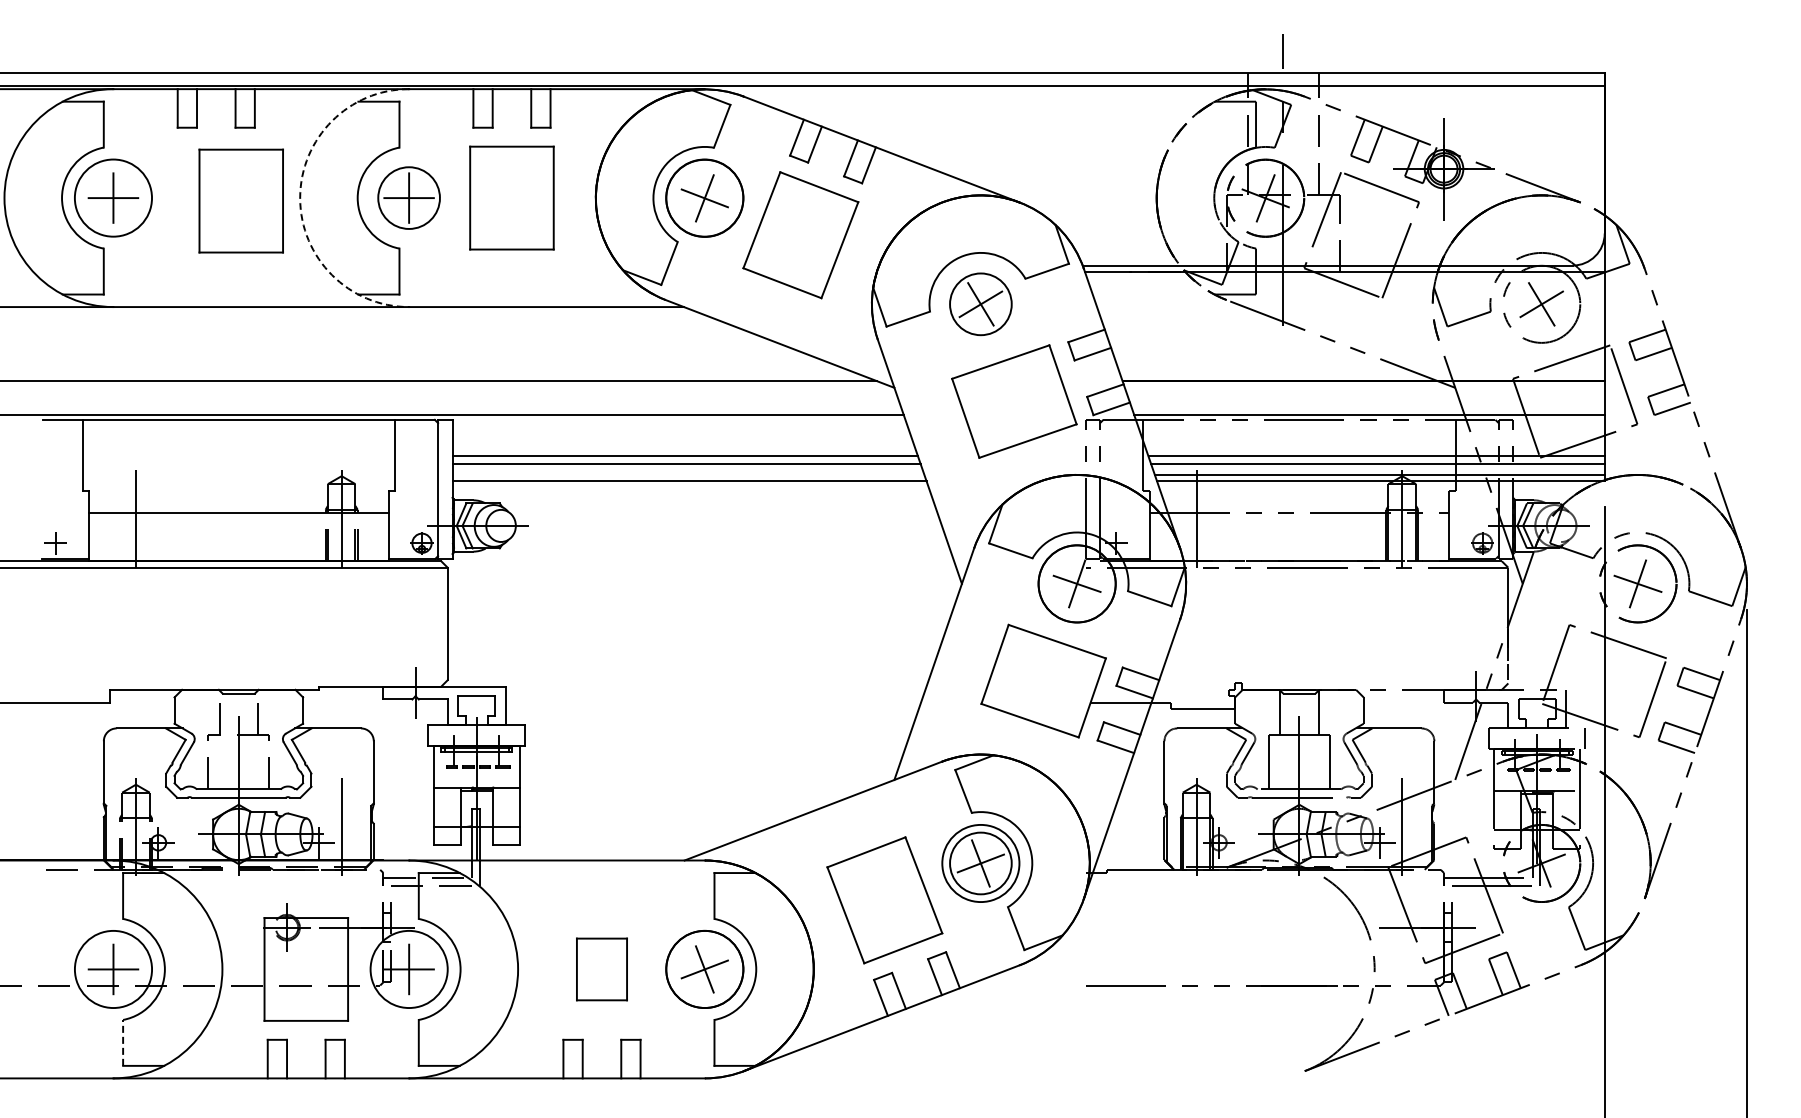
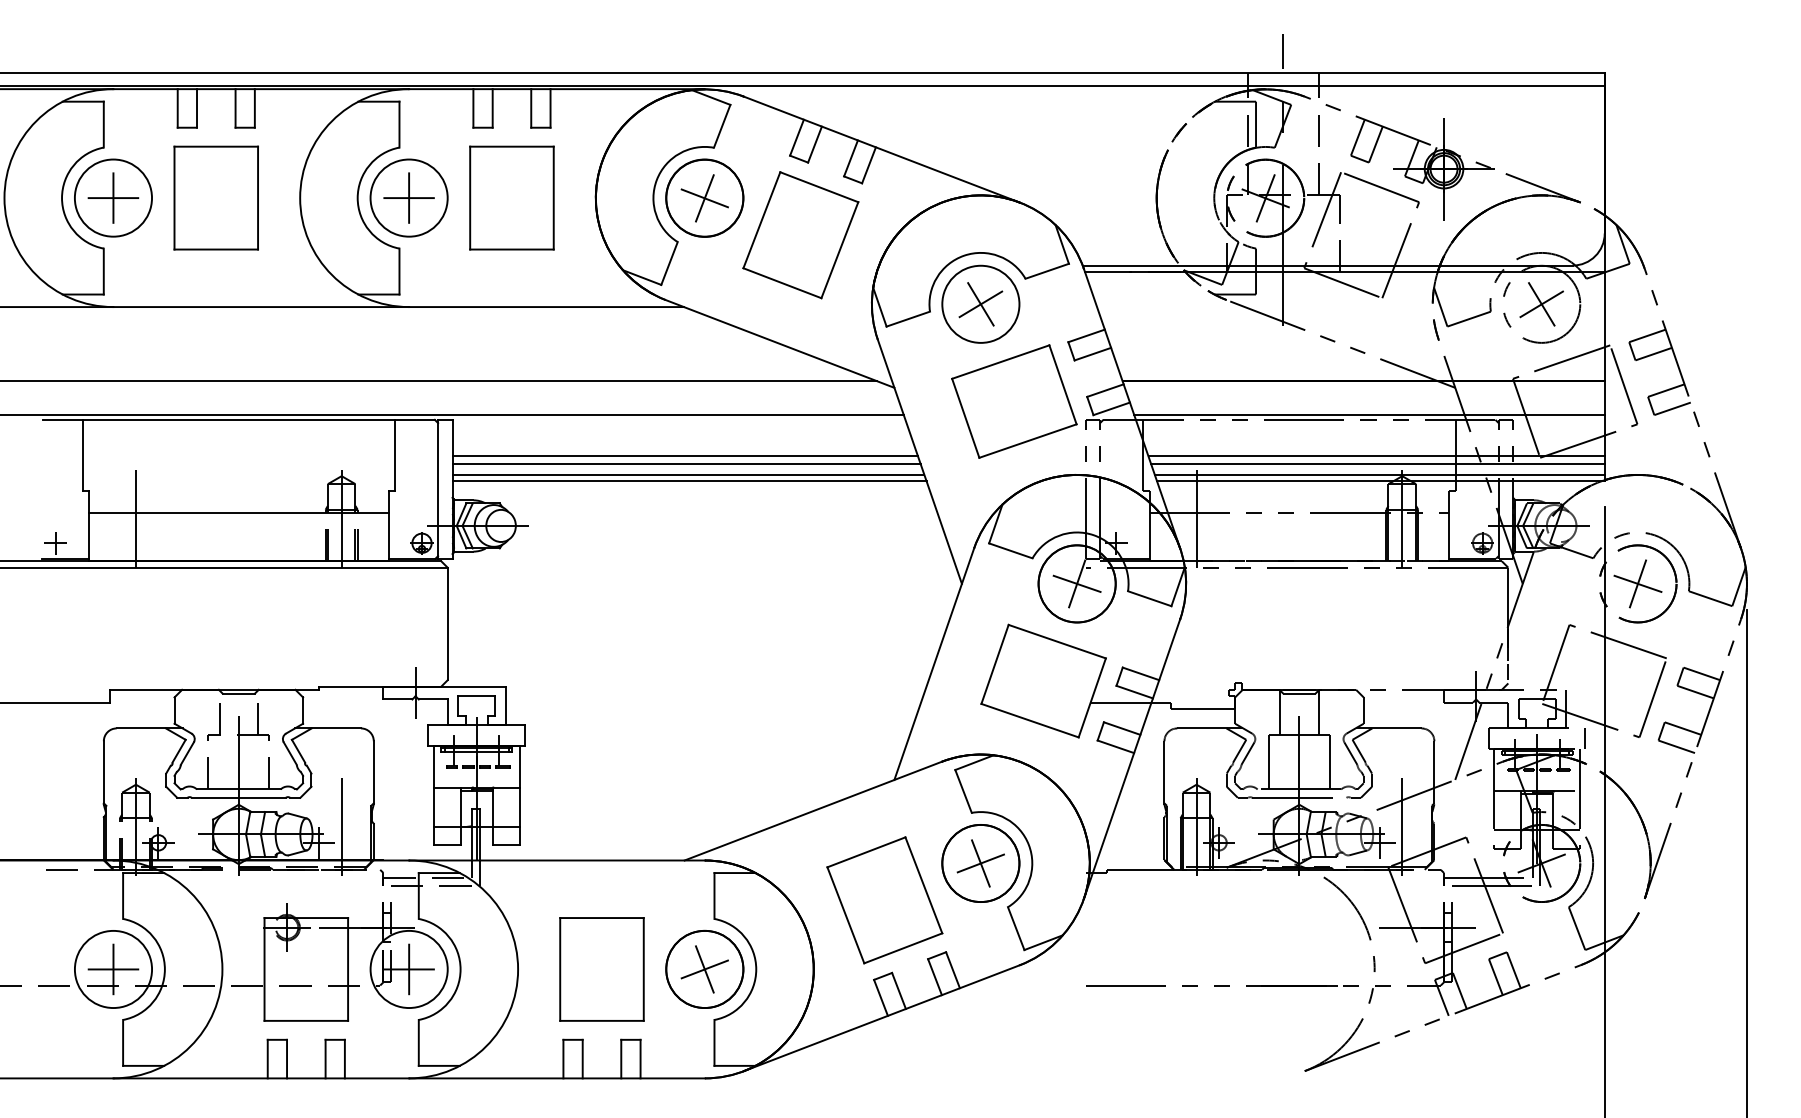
circle at (408, 197) diameter: 62 px -> 77 px
arc at (300, 198): dashed -> solid
part at (240, 200) position: (240, 200) -> (215, 197)
circle at (980, 304) diameter: 62 px -> 77 px
line at (688, 474): none -> present
circle at (980, 863) diameter: 62 px -> 77 px
part at (601, 969) size: 52x65 px -> 86x105 px
line at (123, 1042): dashed -> solid
